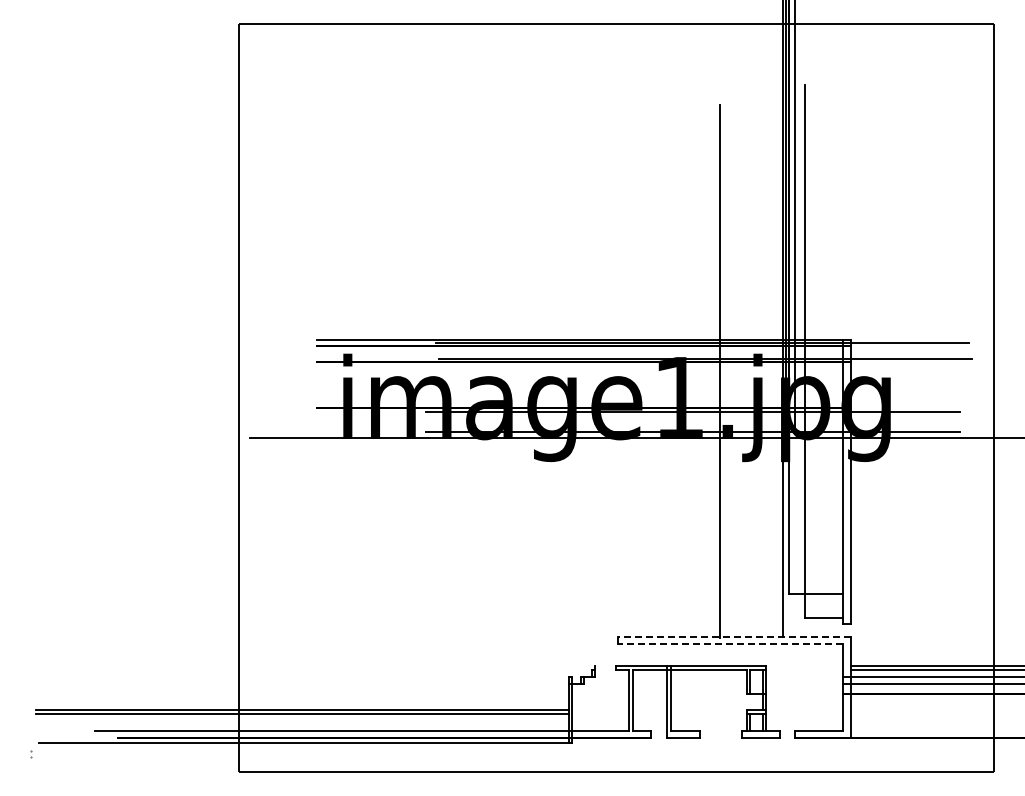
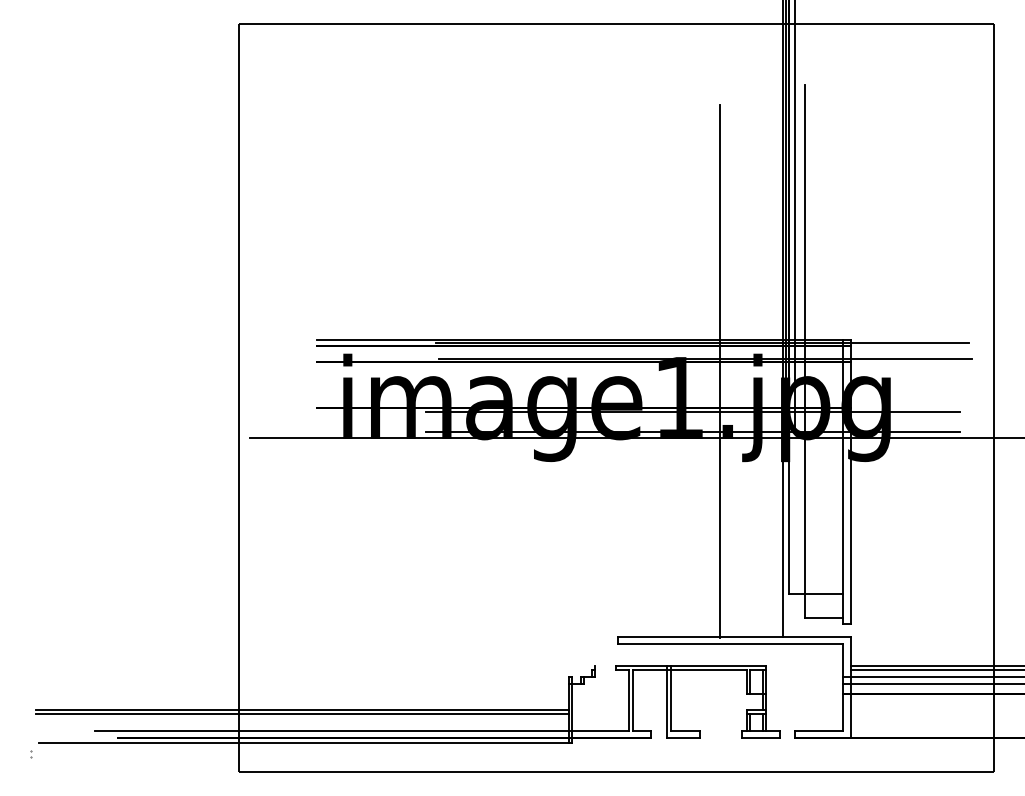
line at (734, 637): dashed -> solid
line at (730, 644): dashed -> solid
